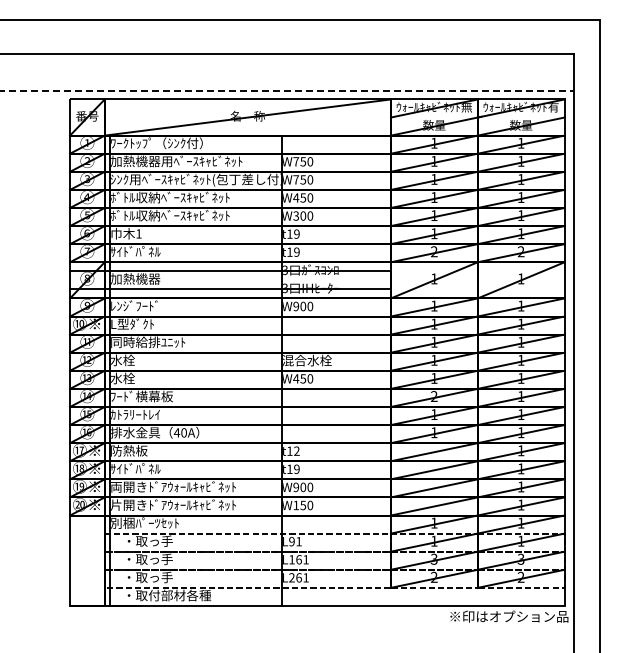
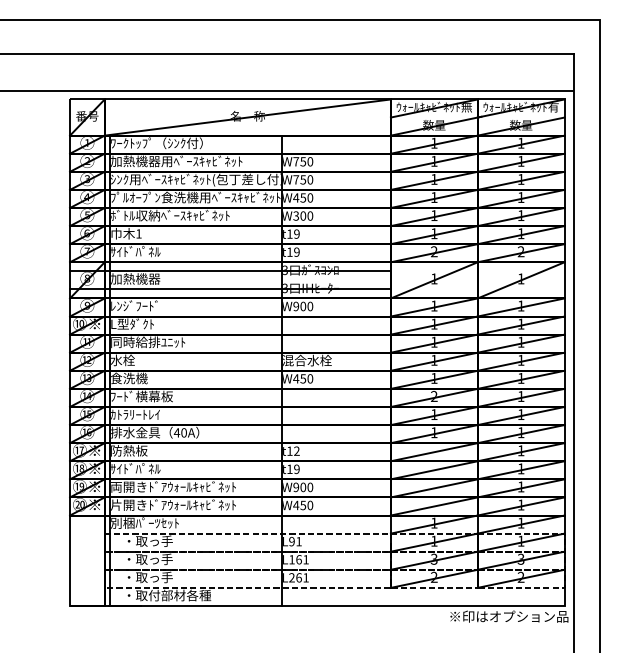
line at (287, 91): dashed -> solid
text at (195, 197): ﾎﾞﾄﾙ収納ﾍﾞｰｽｷｬﾋﾞﾈｯﾄ -> ﾌﾟﾙｵｰﾌﾟﾝ食洗機用ﾍﾞｰｽｷｬﾋﾞﾈｯﾄ
text at (129, 378): 水栓 -> 食洗機
text at (296, 505): W150 -> W450
